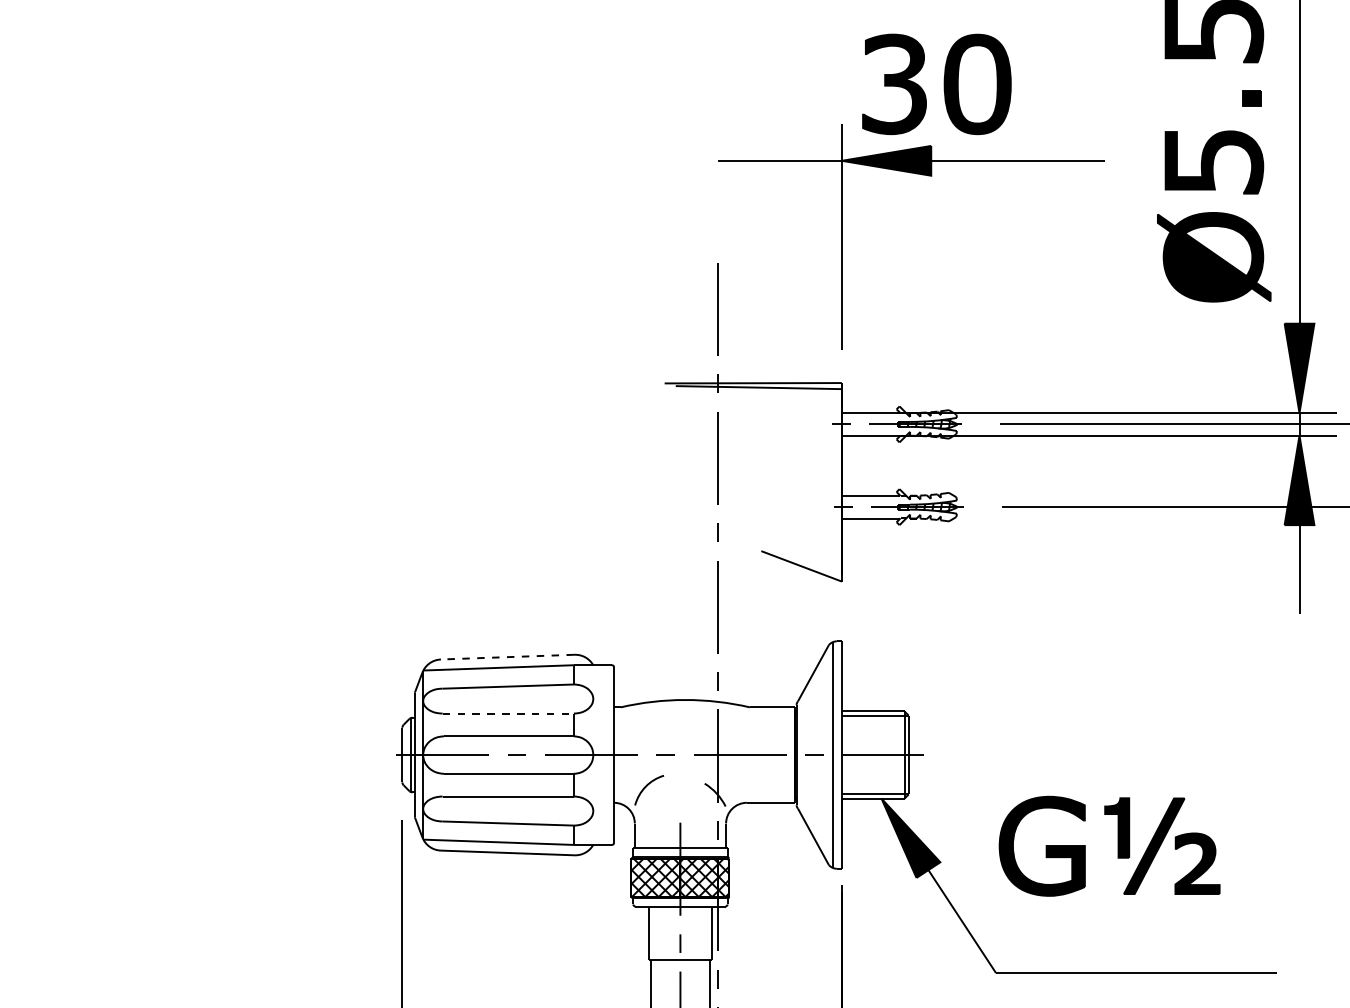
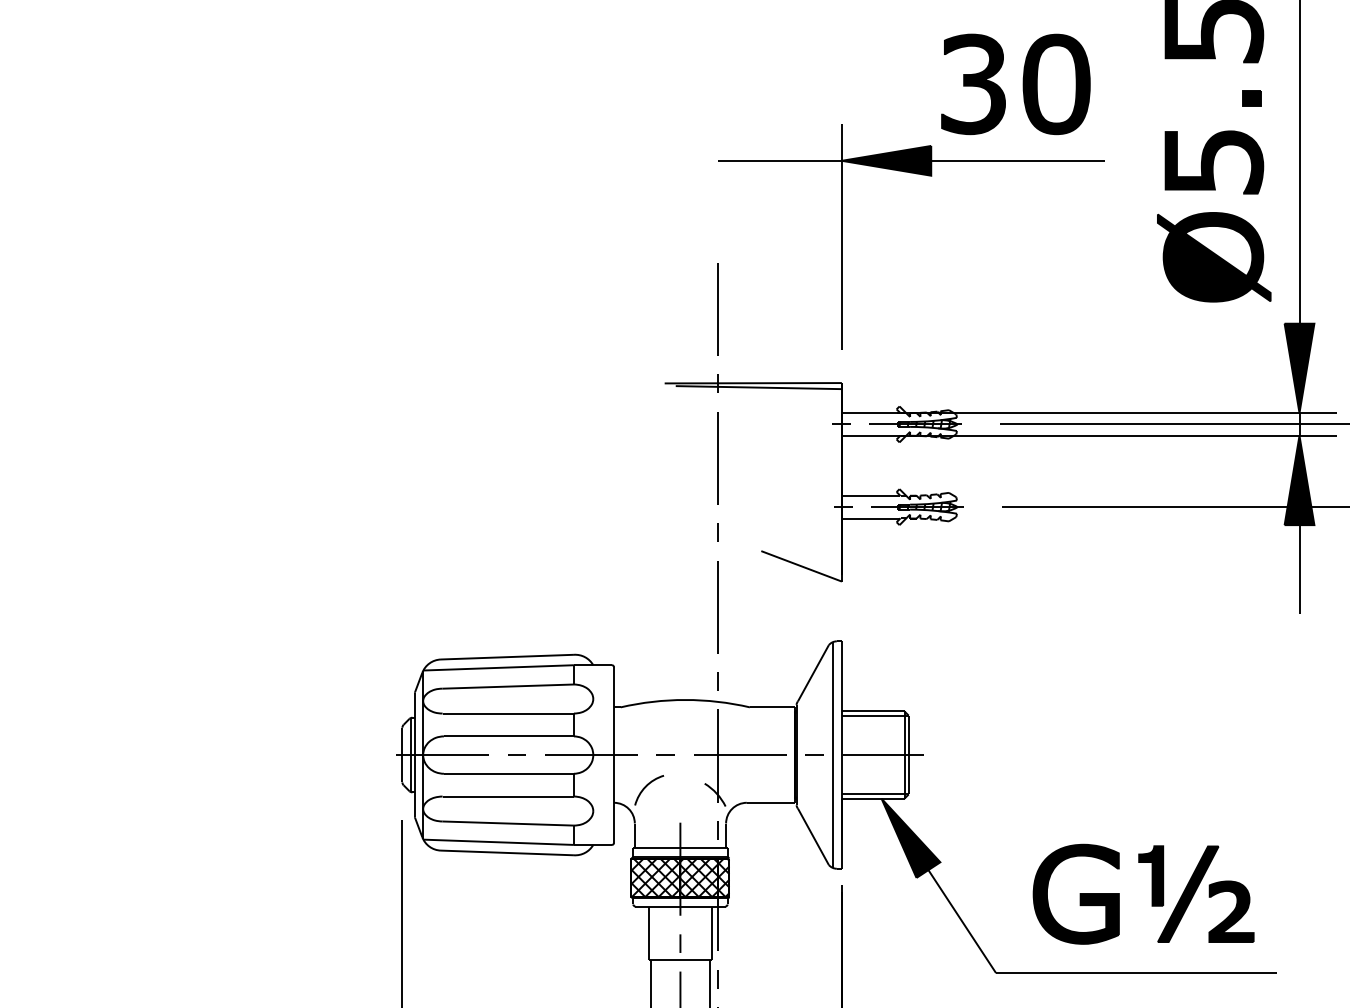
part at (943, 84) position: (943, 84) -> (1022, 84)
line at (507, 657): dashed -> solid
line at (508, 713): dashed -> solid
part at (1117, 845) position: (1117, 845) -> (1151, 893)
